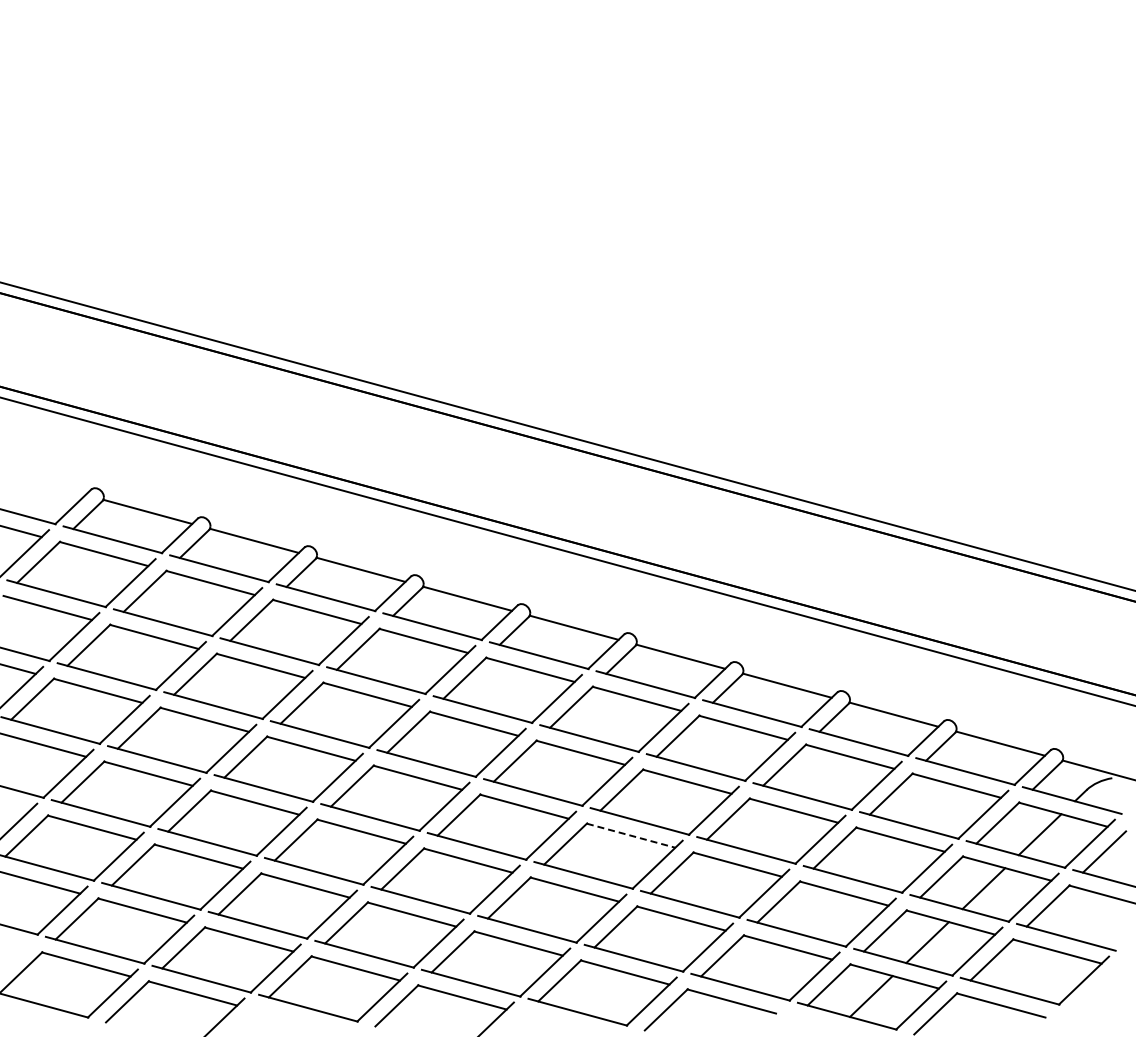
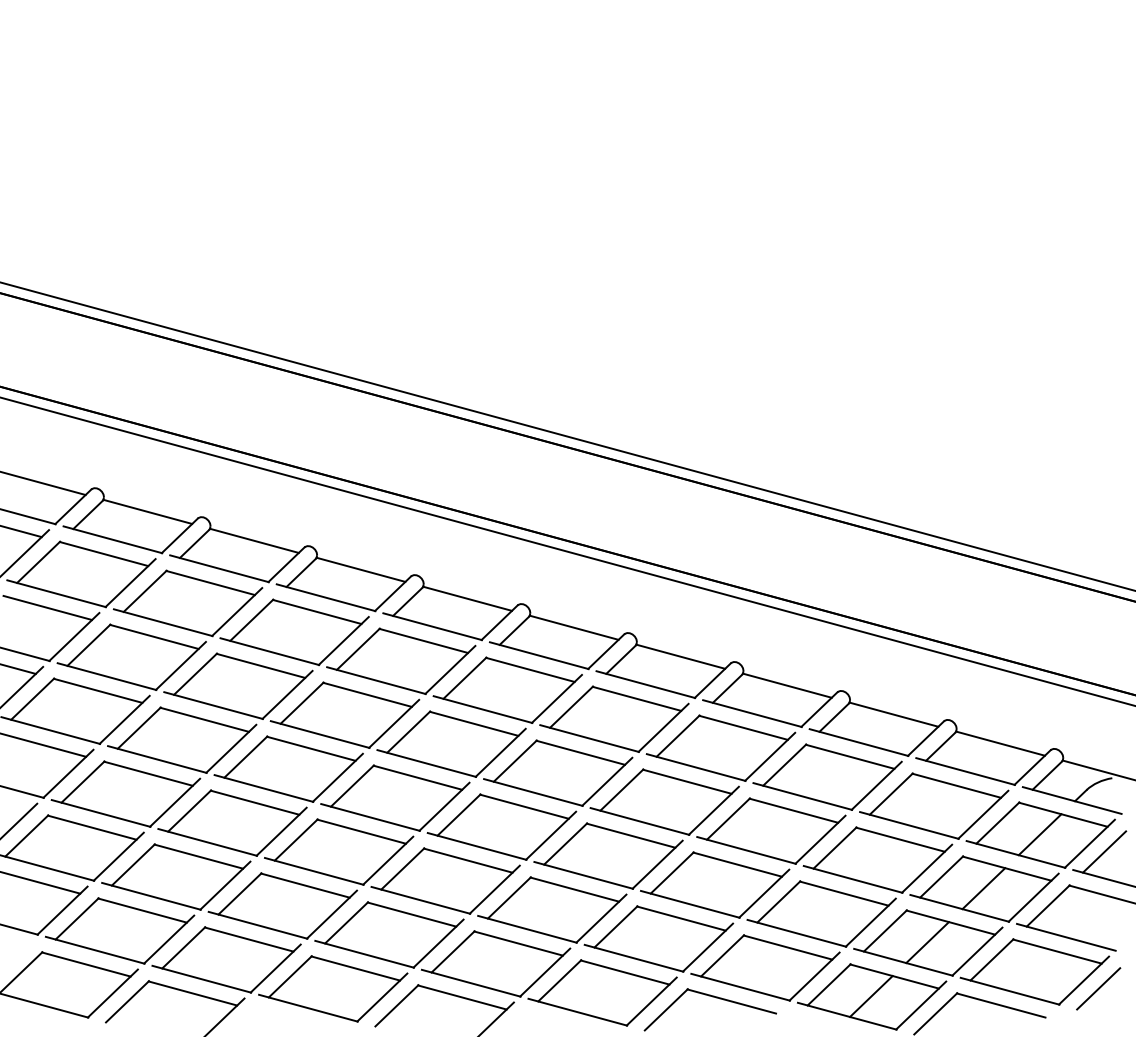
line at (43, 483): none -> present
line at (631, 835): dashed -> solid
line at (1098, 988): none -> present
